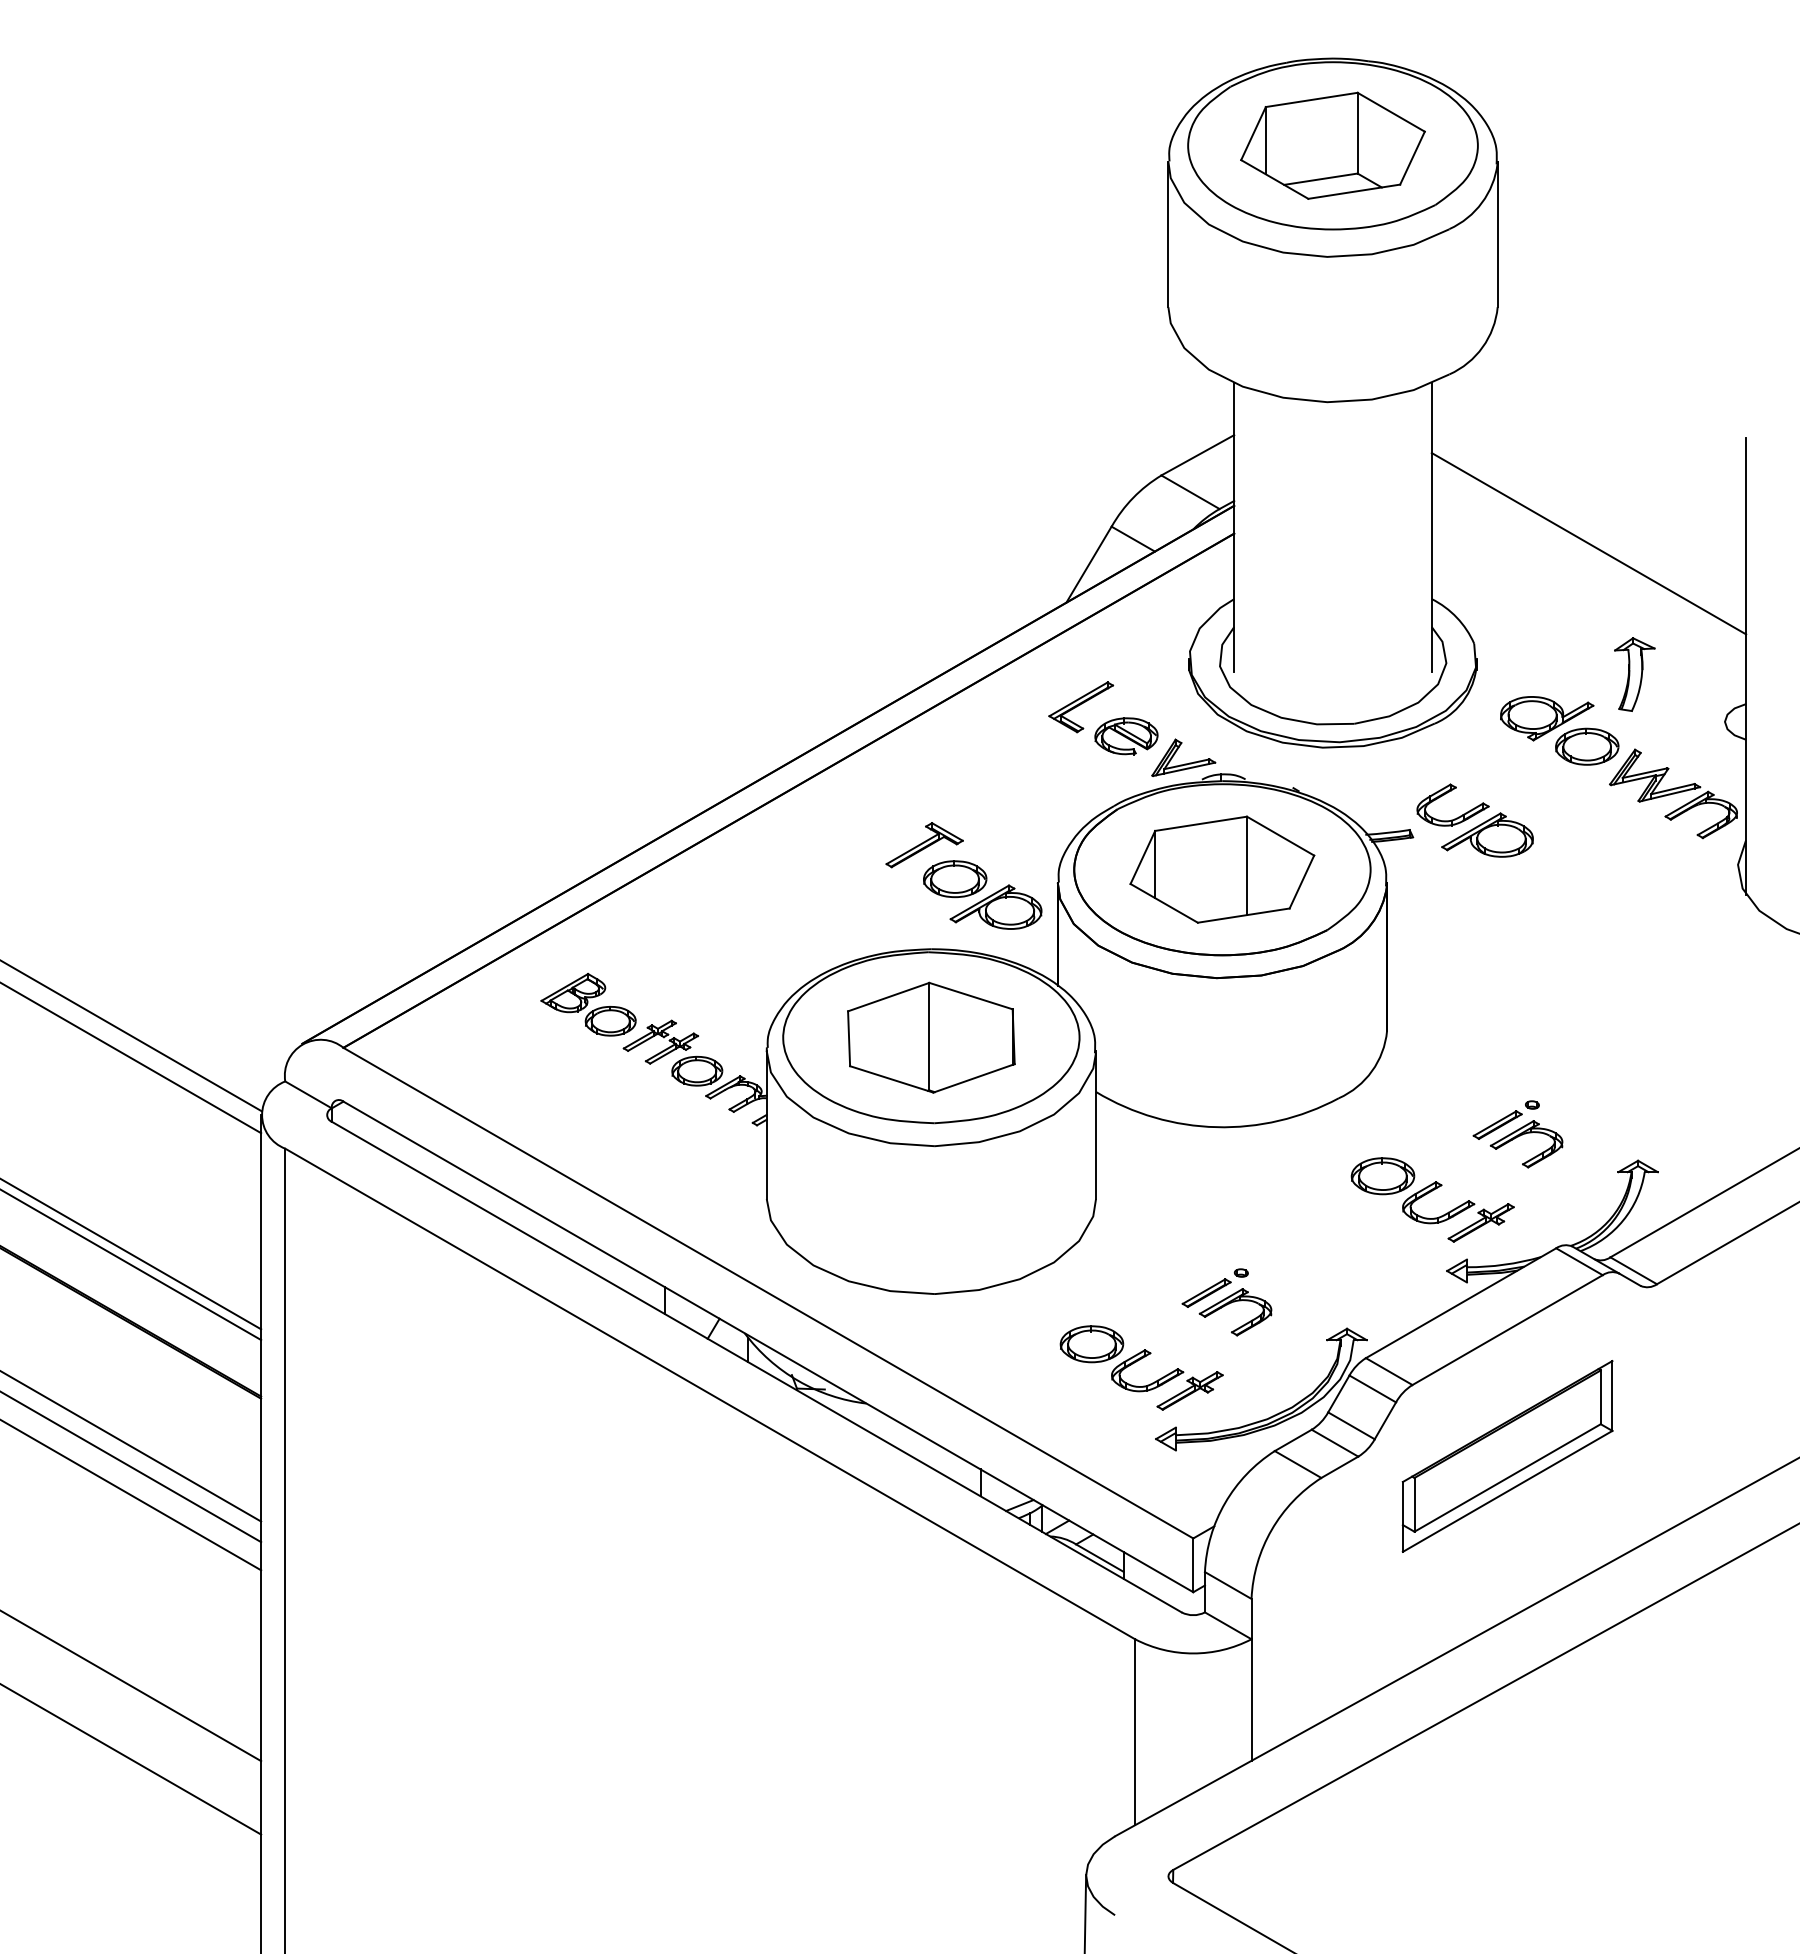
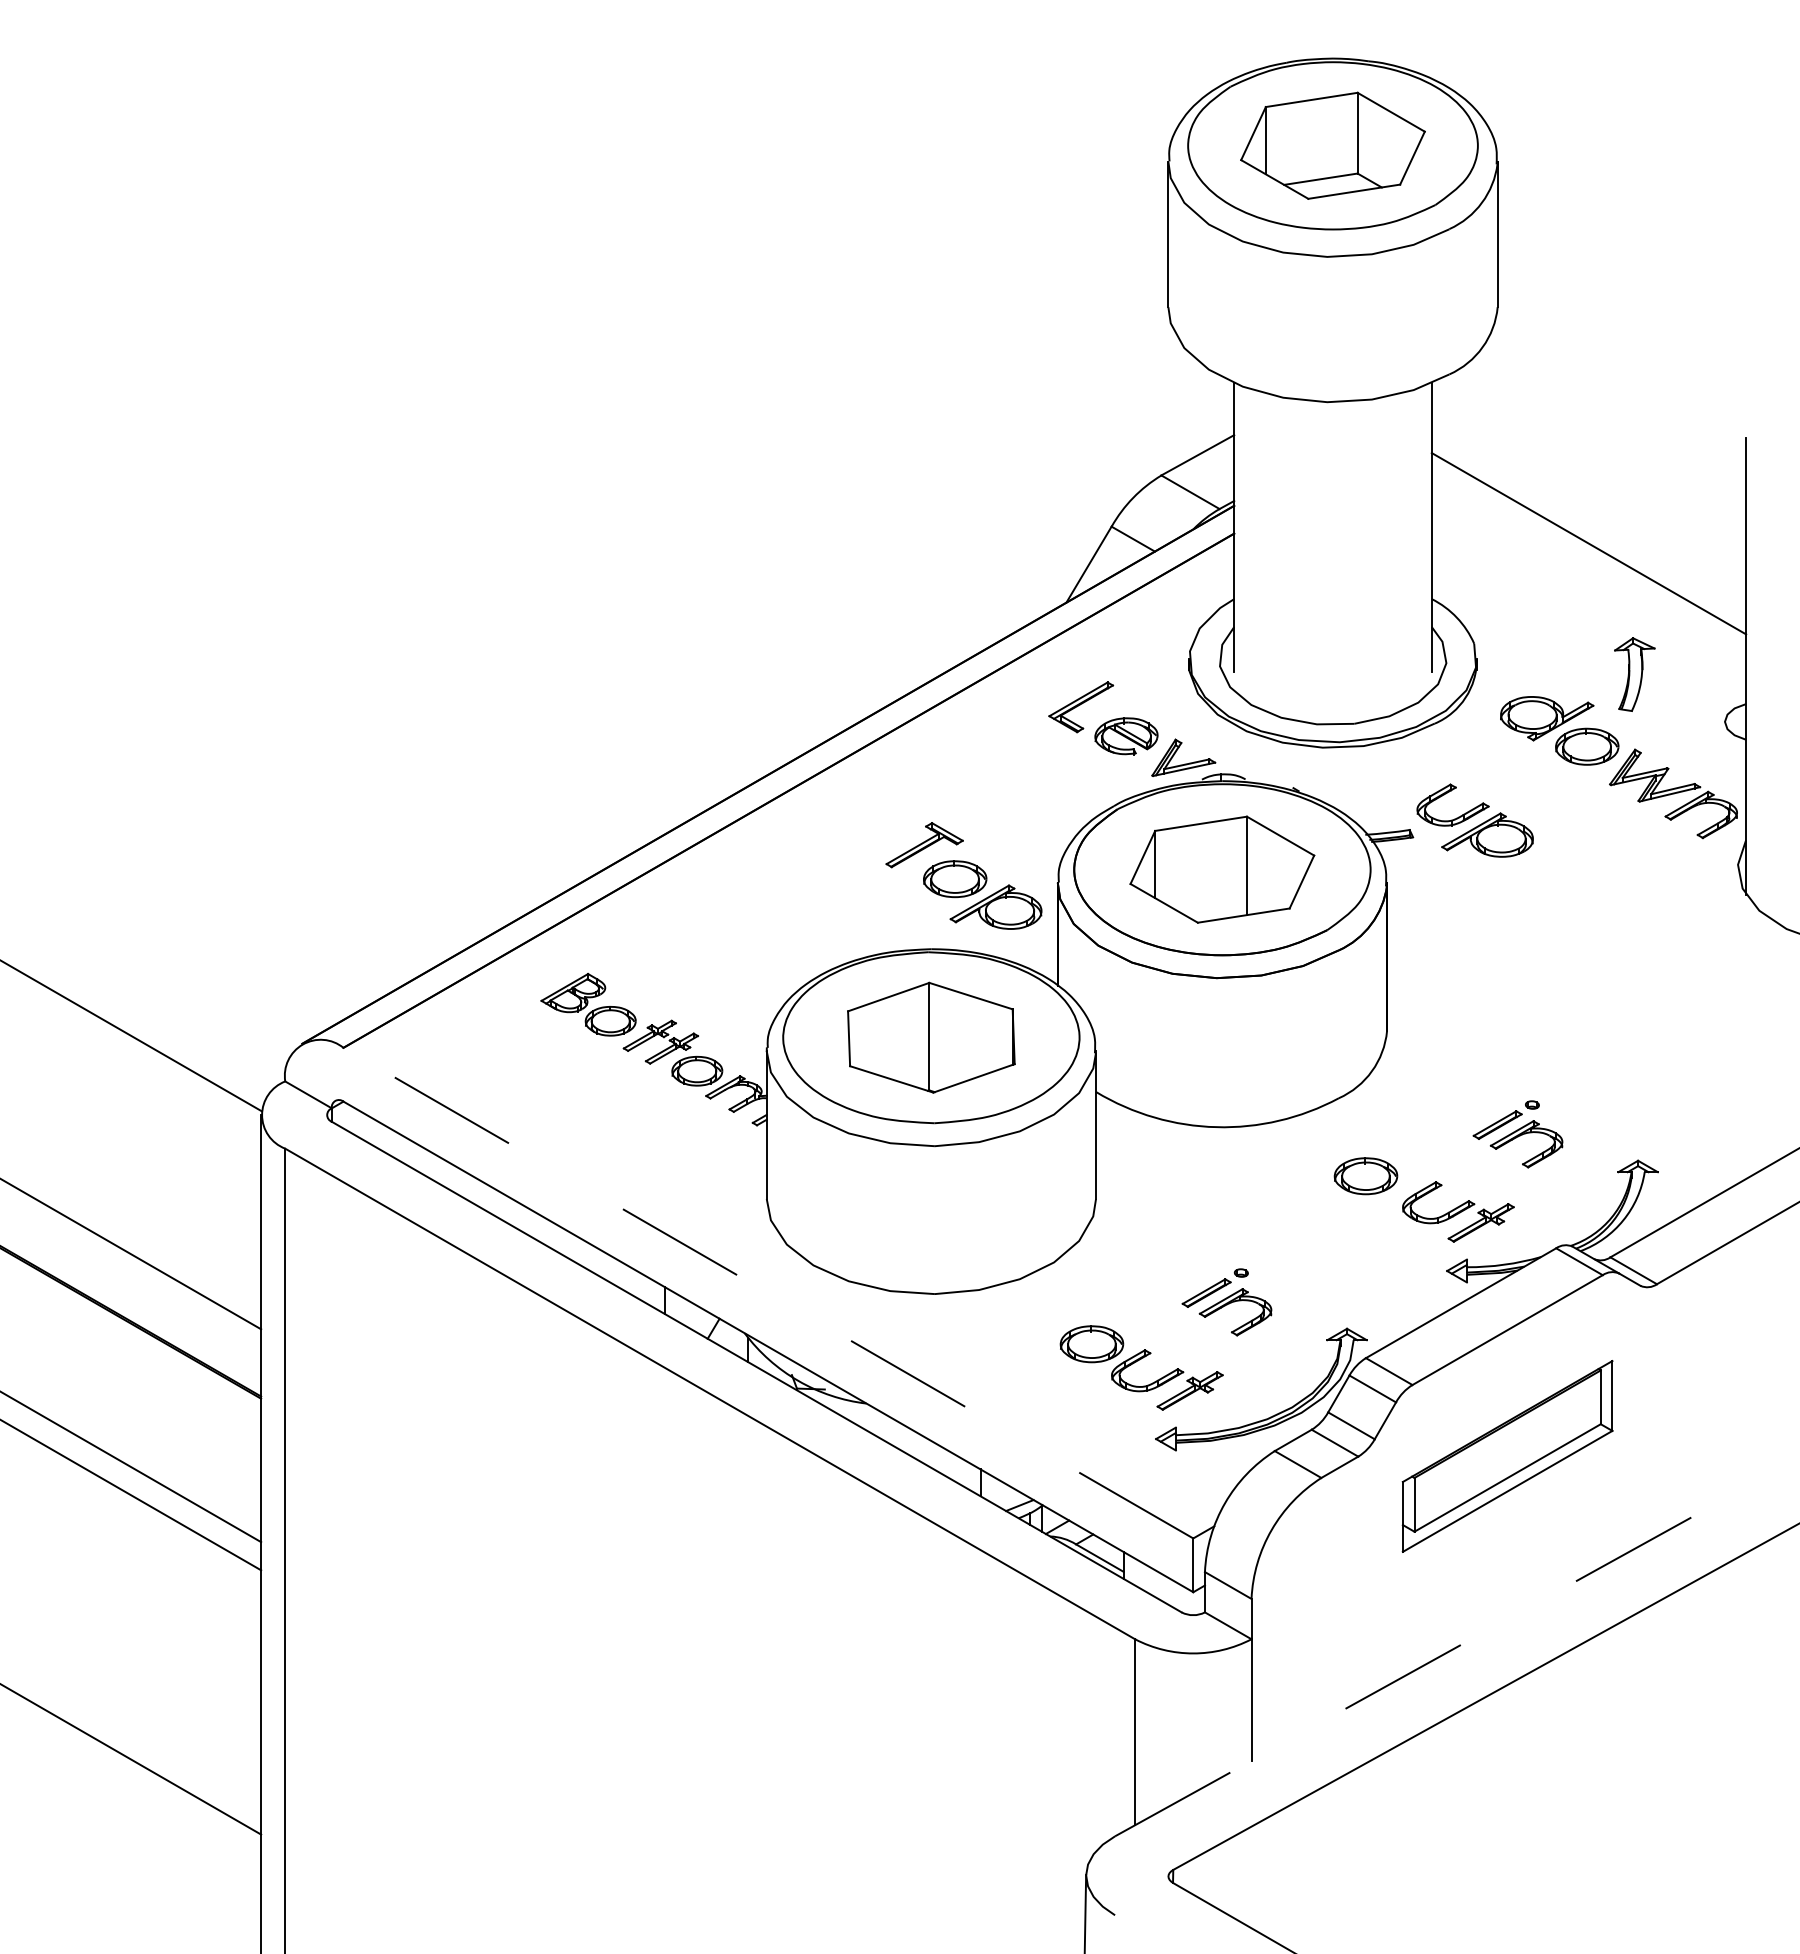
line at (131, 1058): present -> none
part at (1382, 1176) position: (1382, 1176) -> (1365, 1176)
line at (131, 1265): present -> none
line at (768, 1293): solid -> dashed
line at (131, 1446): present -> none
line at (1457, 1646): solid -> dashed
line at (131, 1686): present -> none
